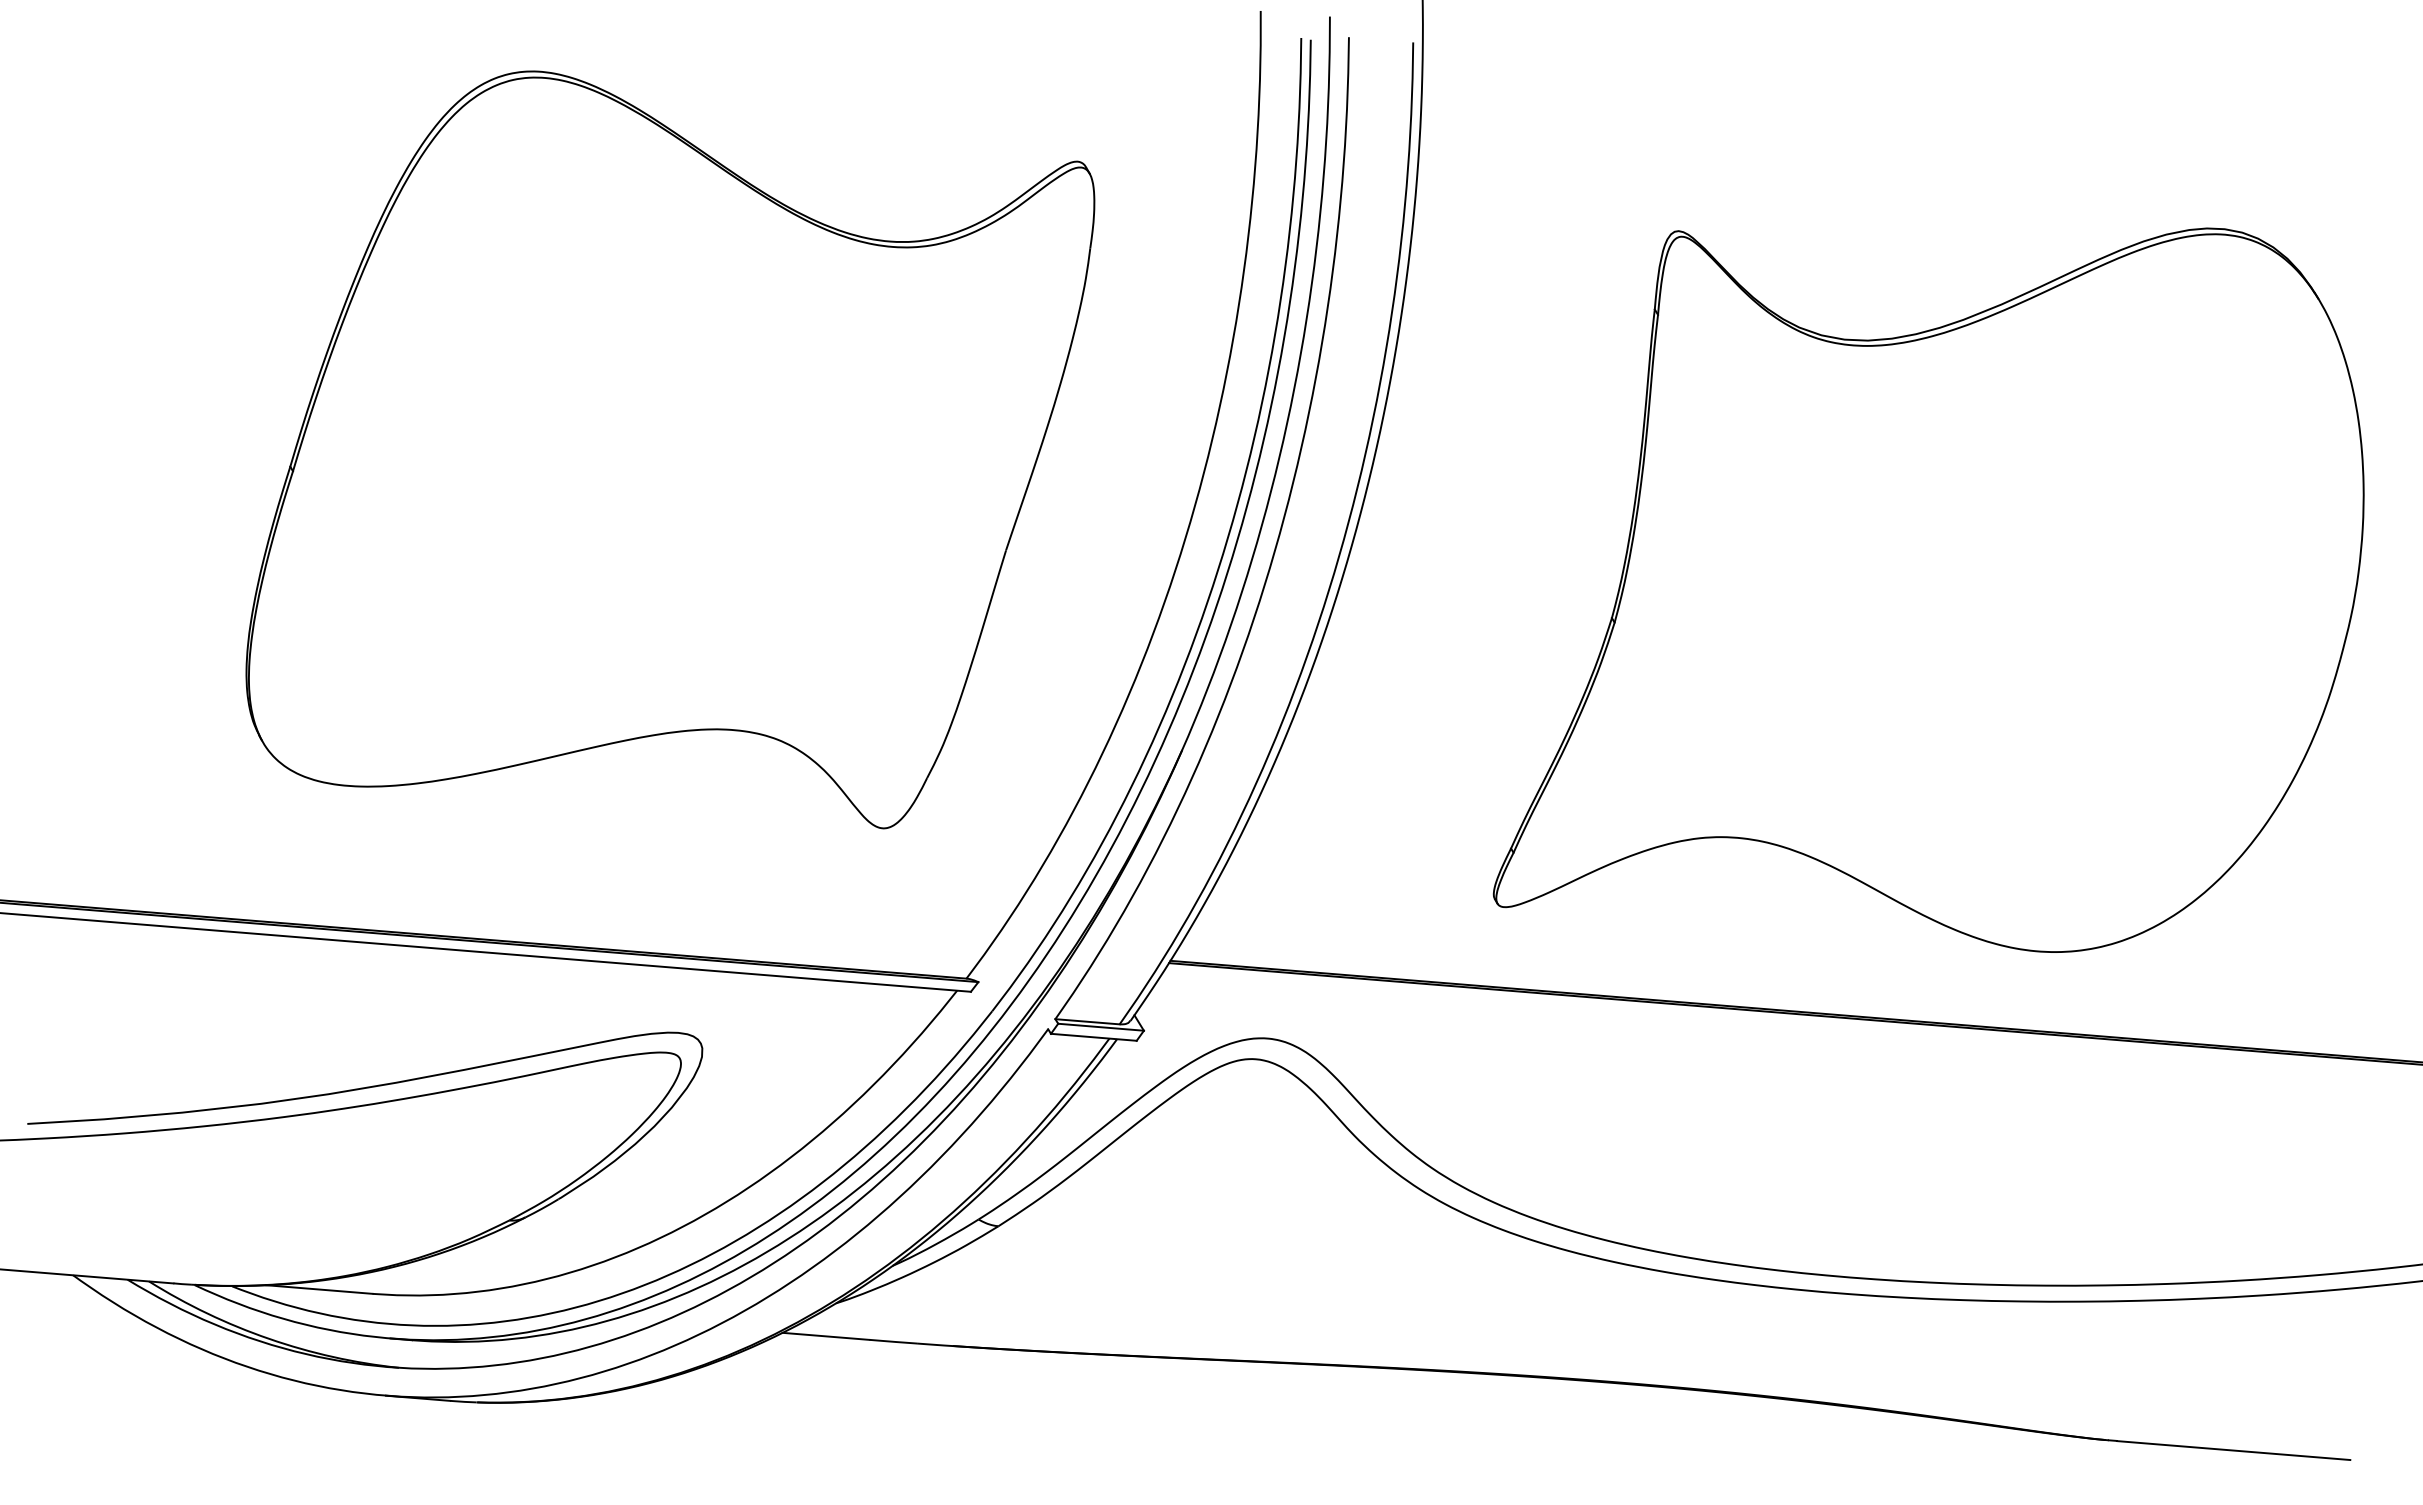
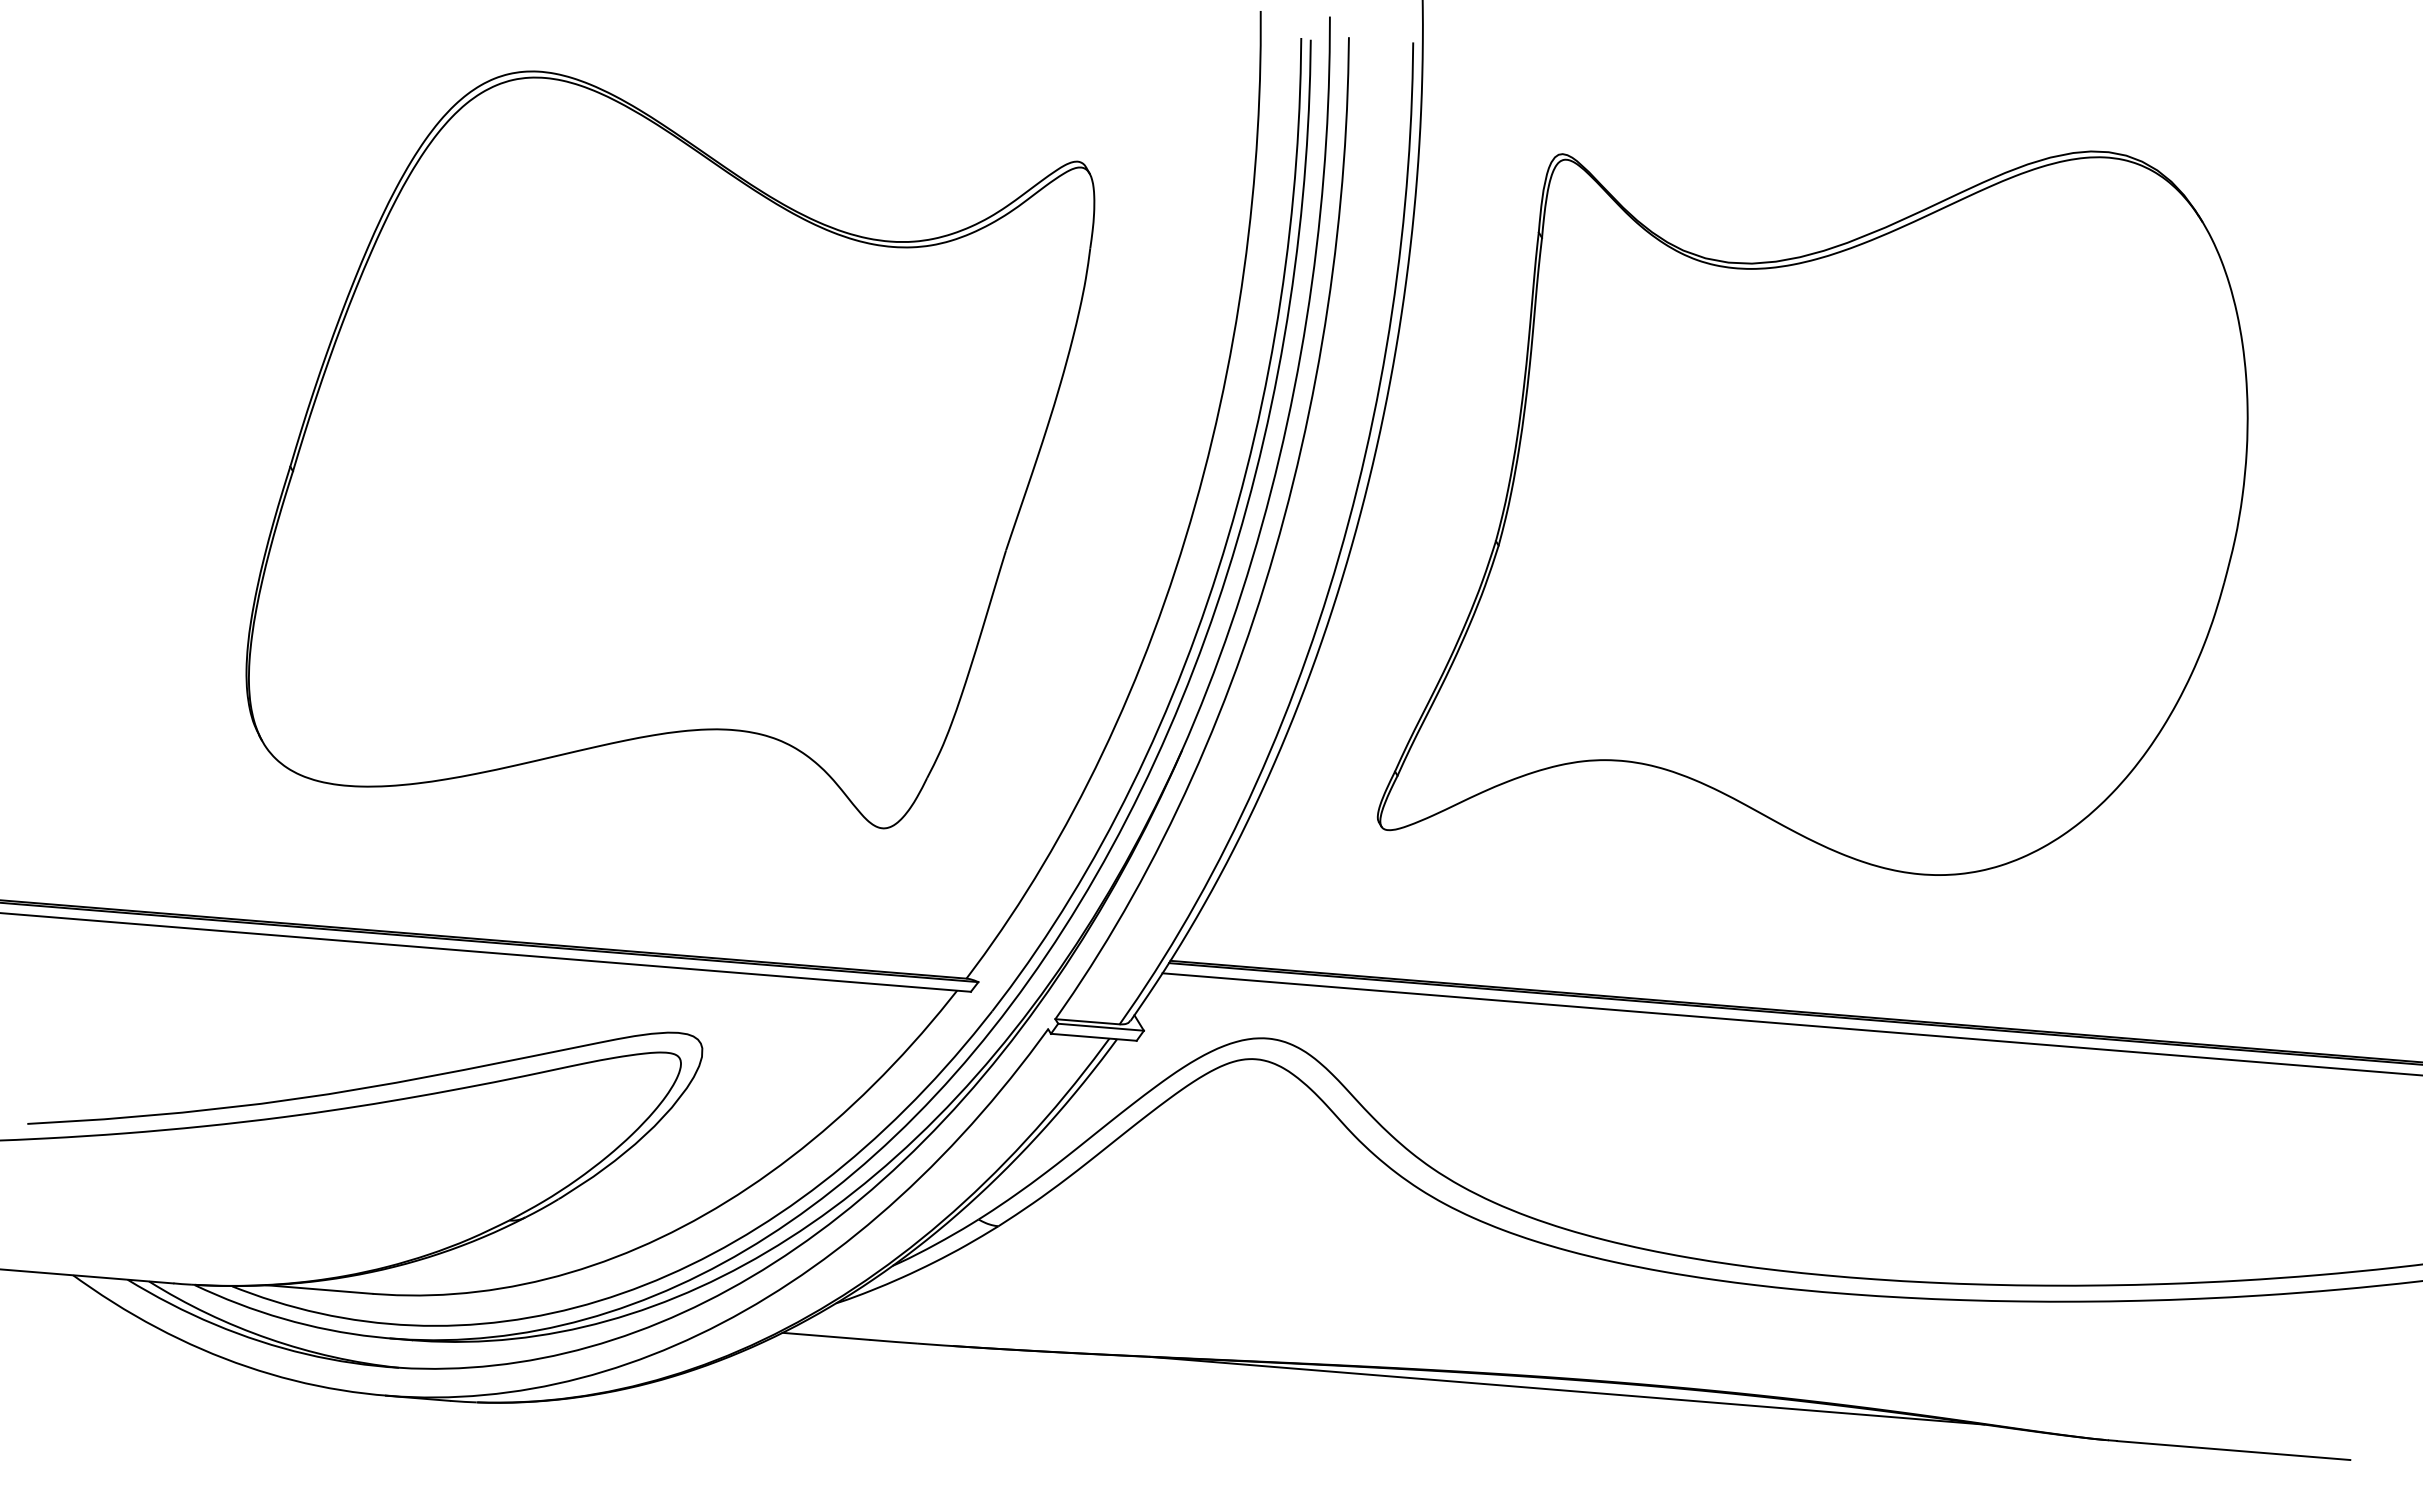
part at (1928, 589) position: (1928, 589) -> (1812, 512)
line at (1790, 1024): none -> present
line at (1566, 1390): none -> present
